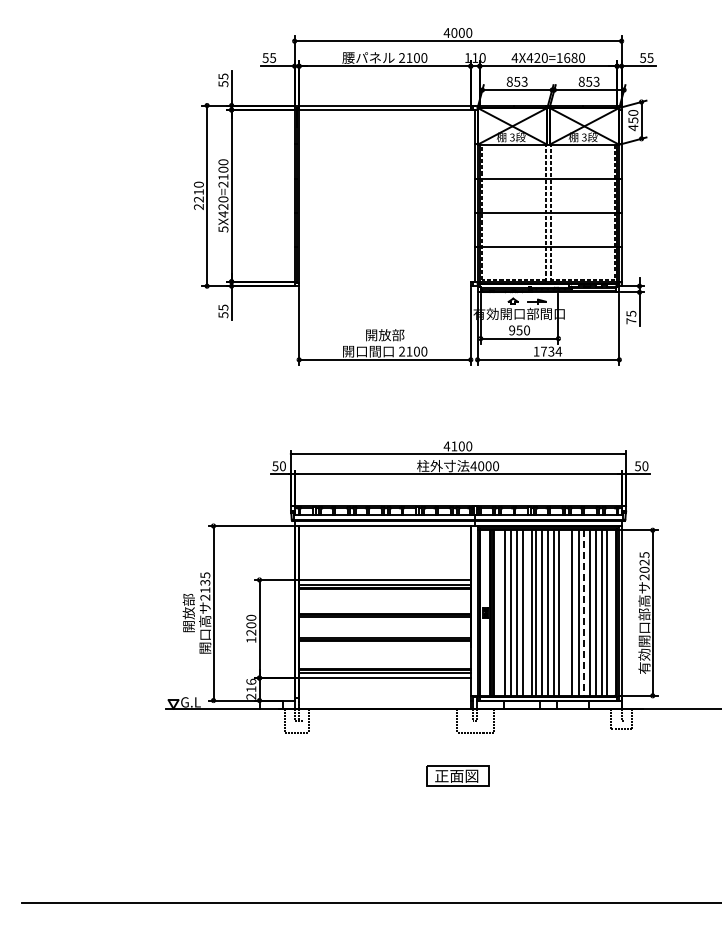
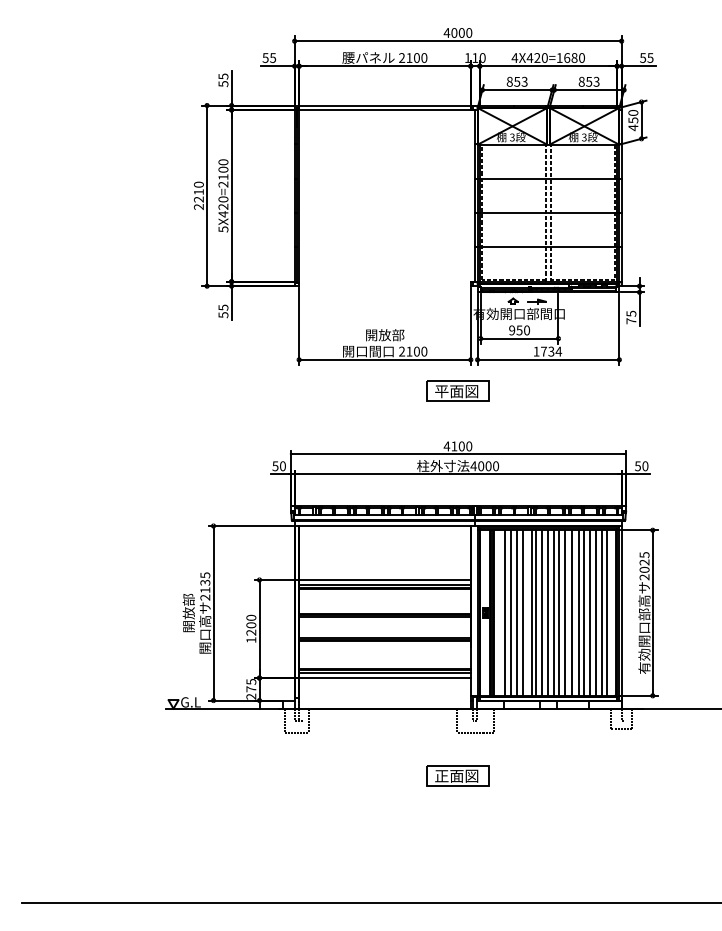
part at (457, 390): none -> present
line at (564, 612): none -> present
line at (584, 613): dashed -> solid
text at (251, 685): 216 -> 275
